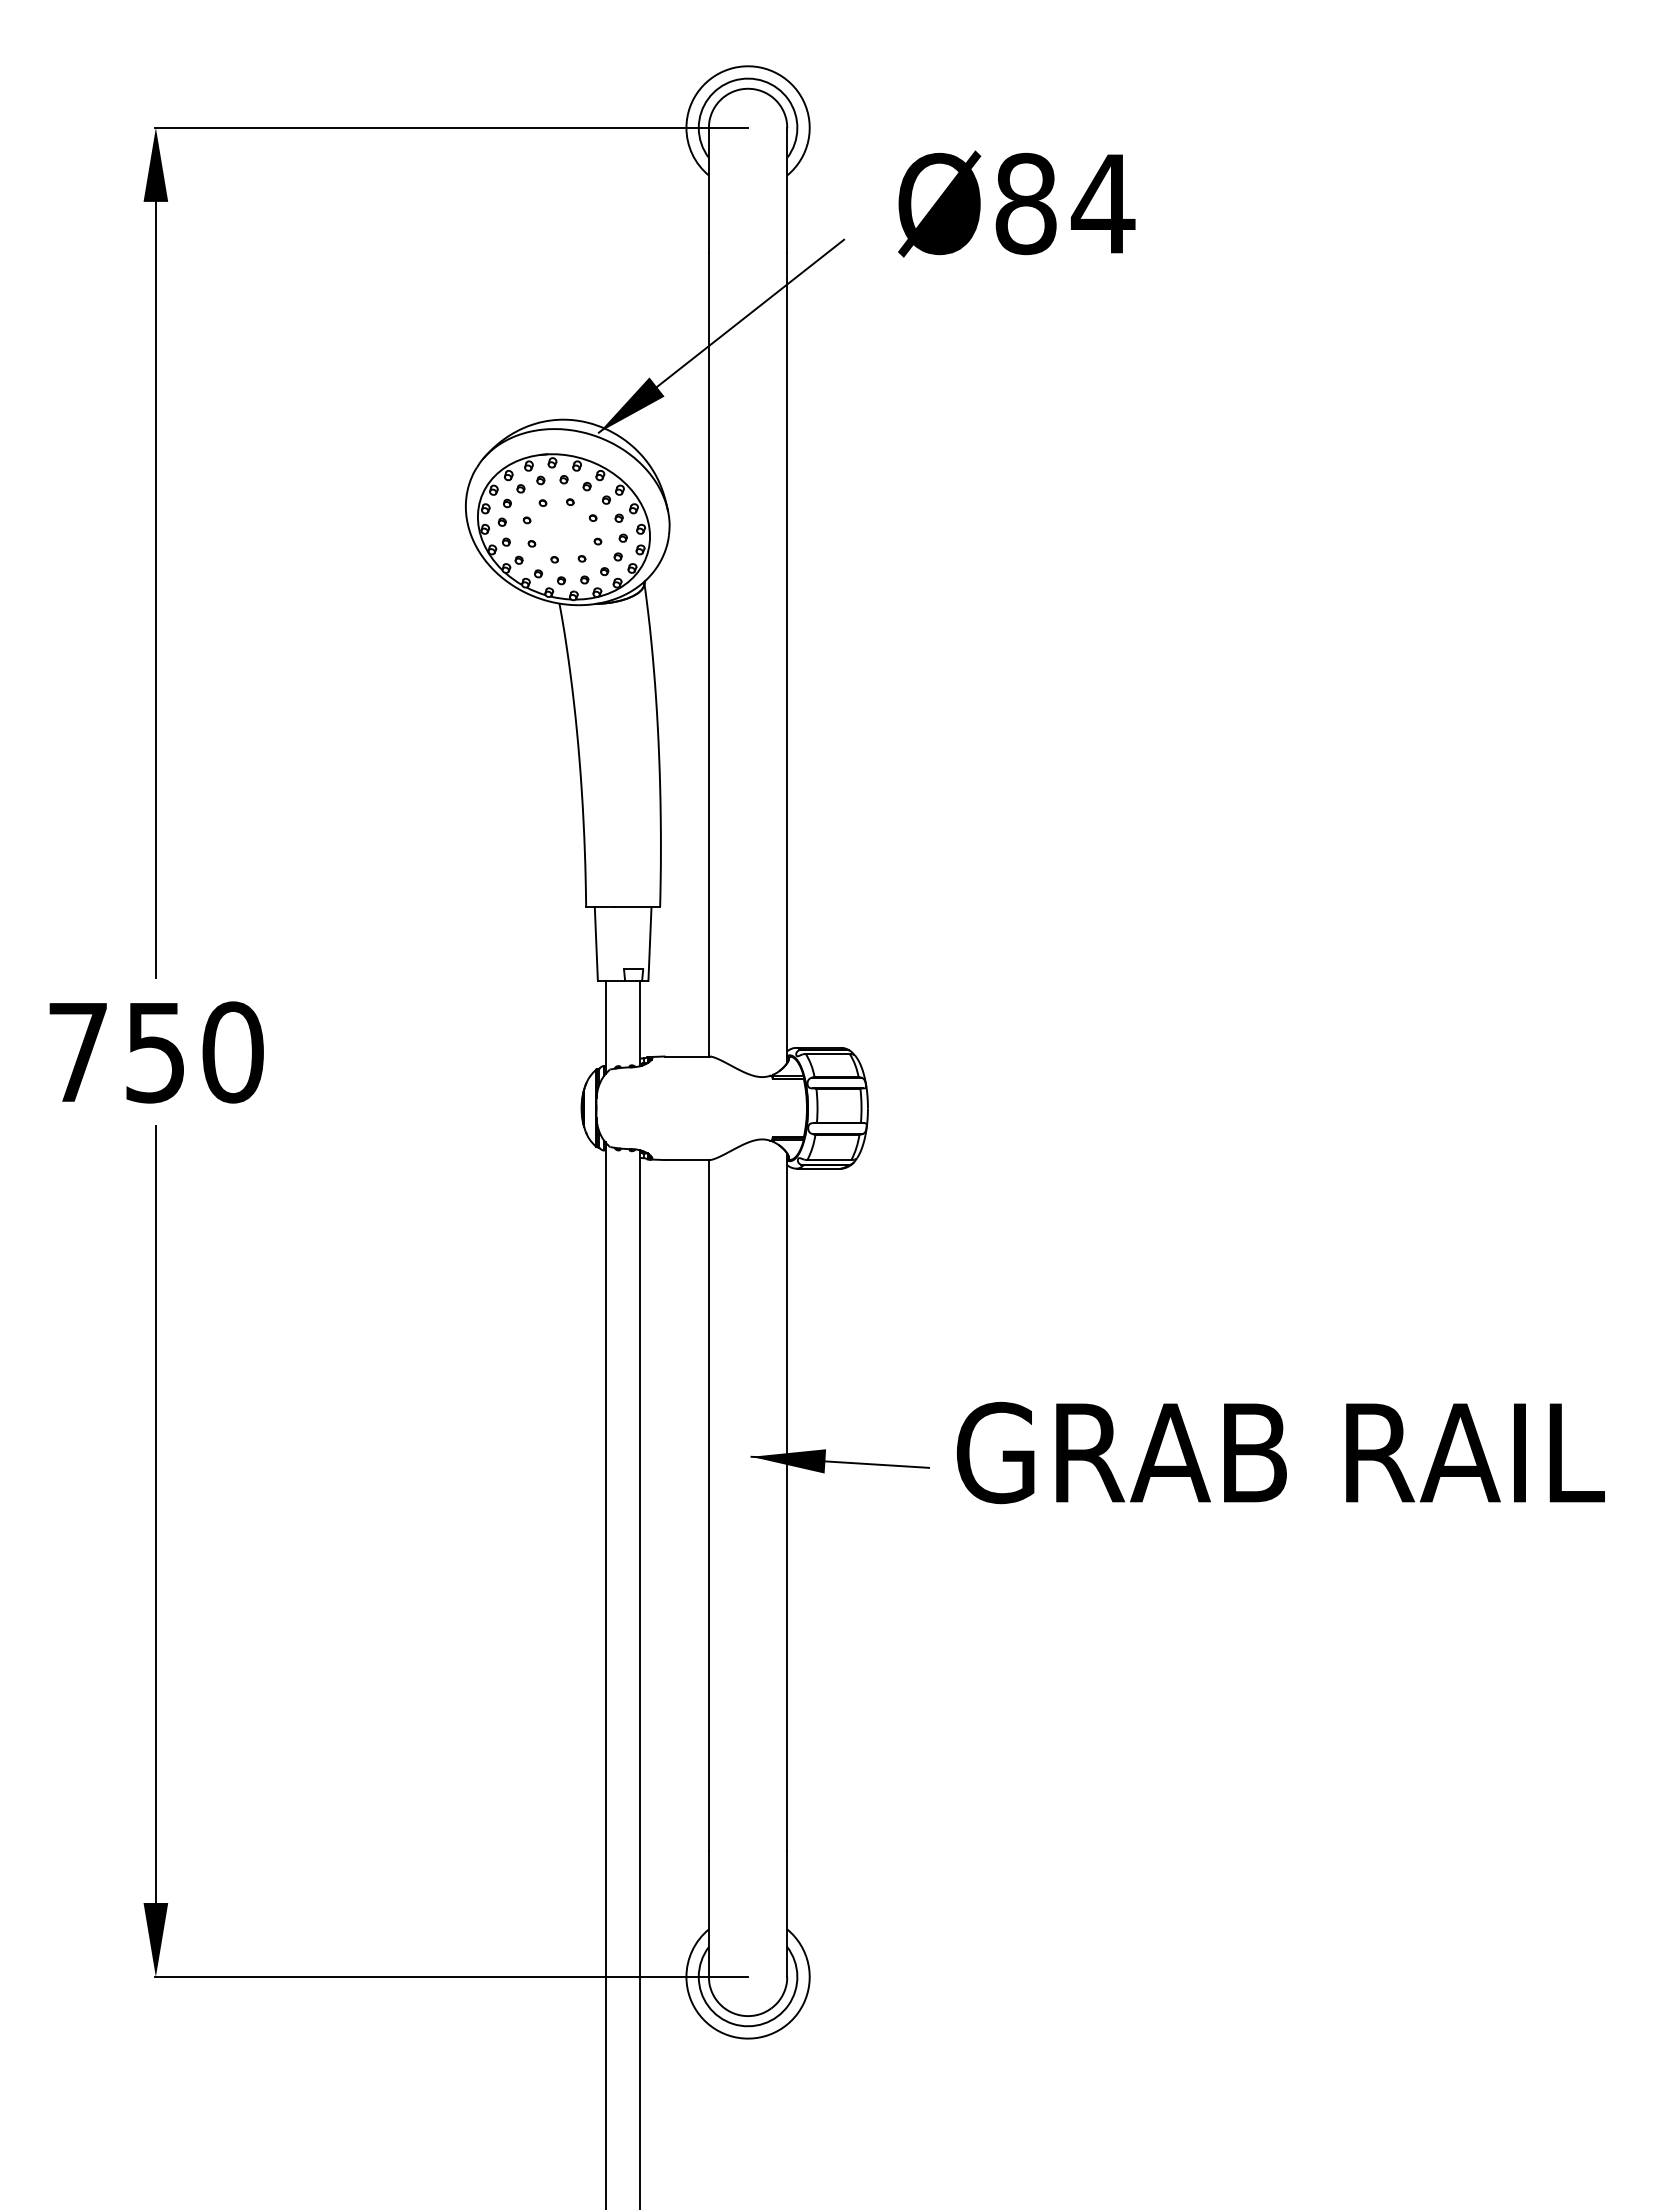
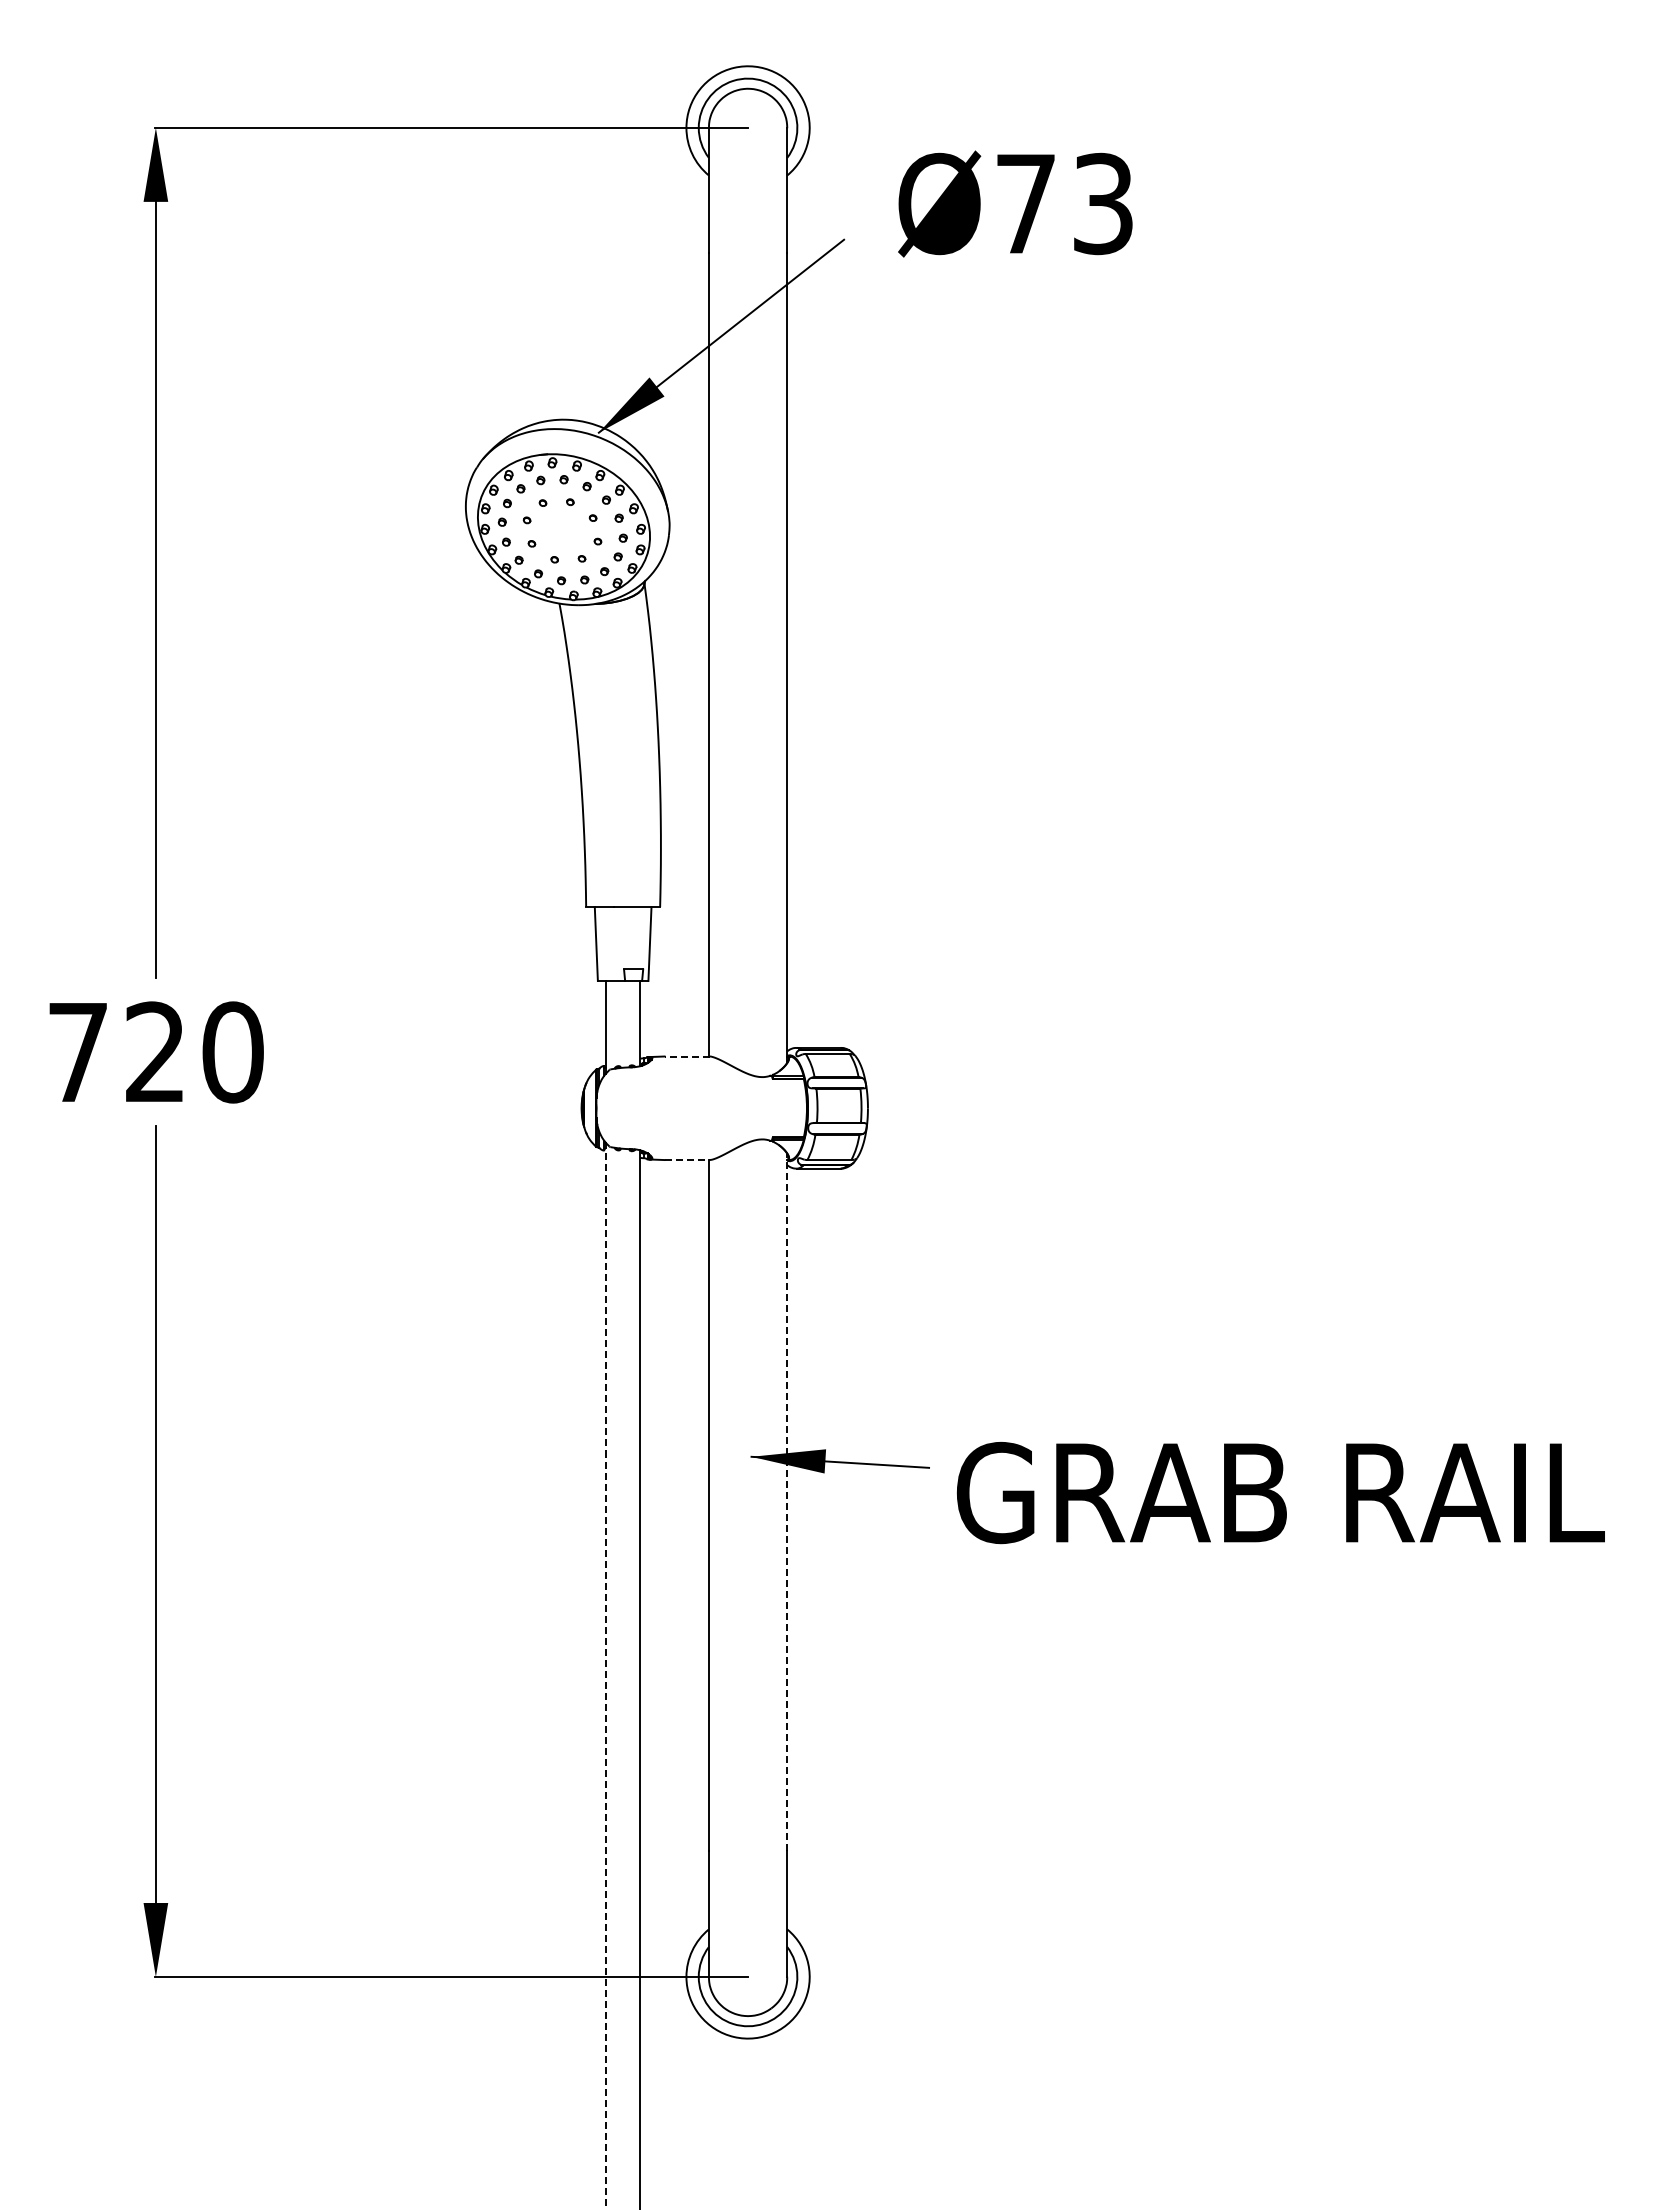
text at (1065, 203): Ø84 -> Ø73
text at (154, 1052): 750 -> 720
line at (686, 1056): solid -> dashed
line at (687, 1160): solid -> dashed
text at (1280, 1453) position: (1280, 1453) -> (1280, 1493)
line at (787, 1502): solid -> dashed
line at (605, 1676): solid -> dashed
